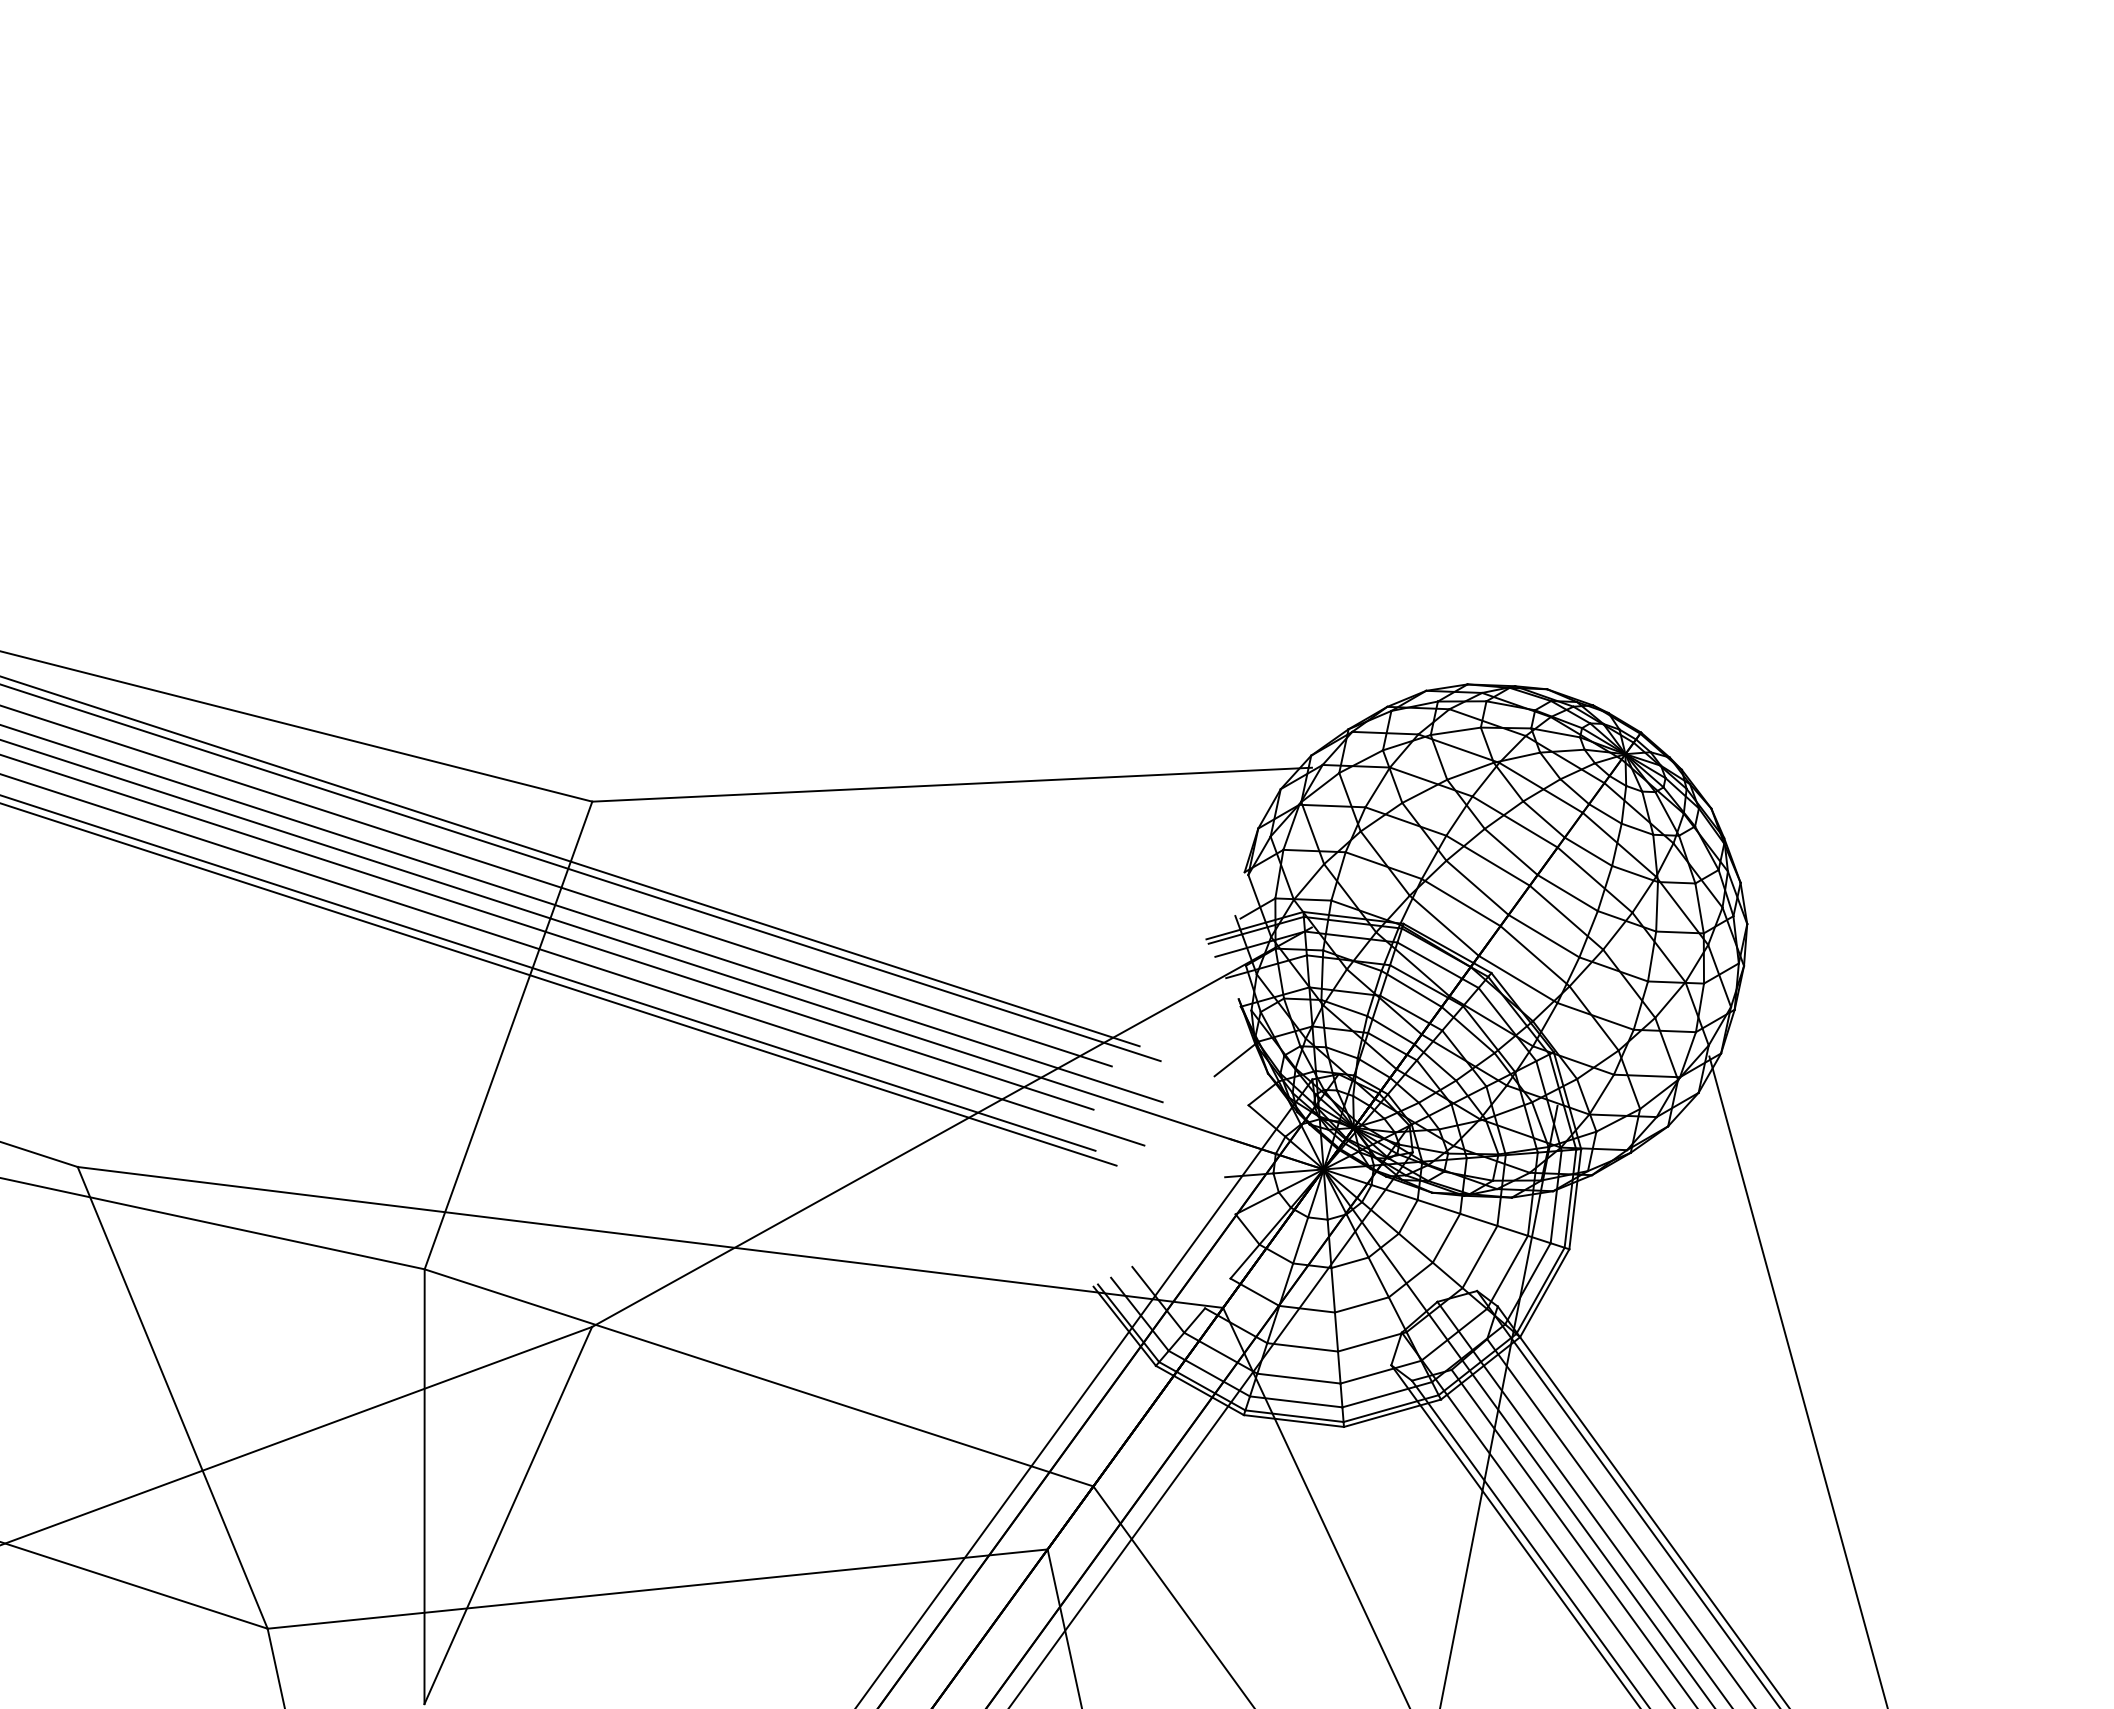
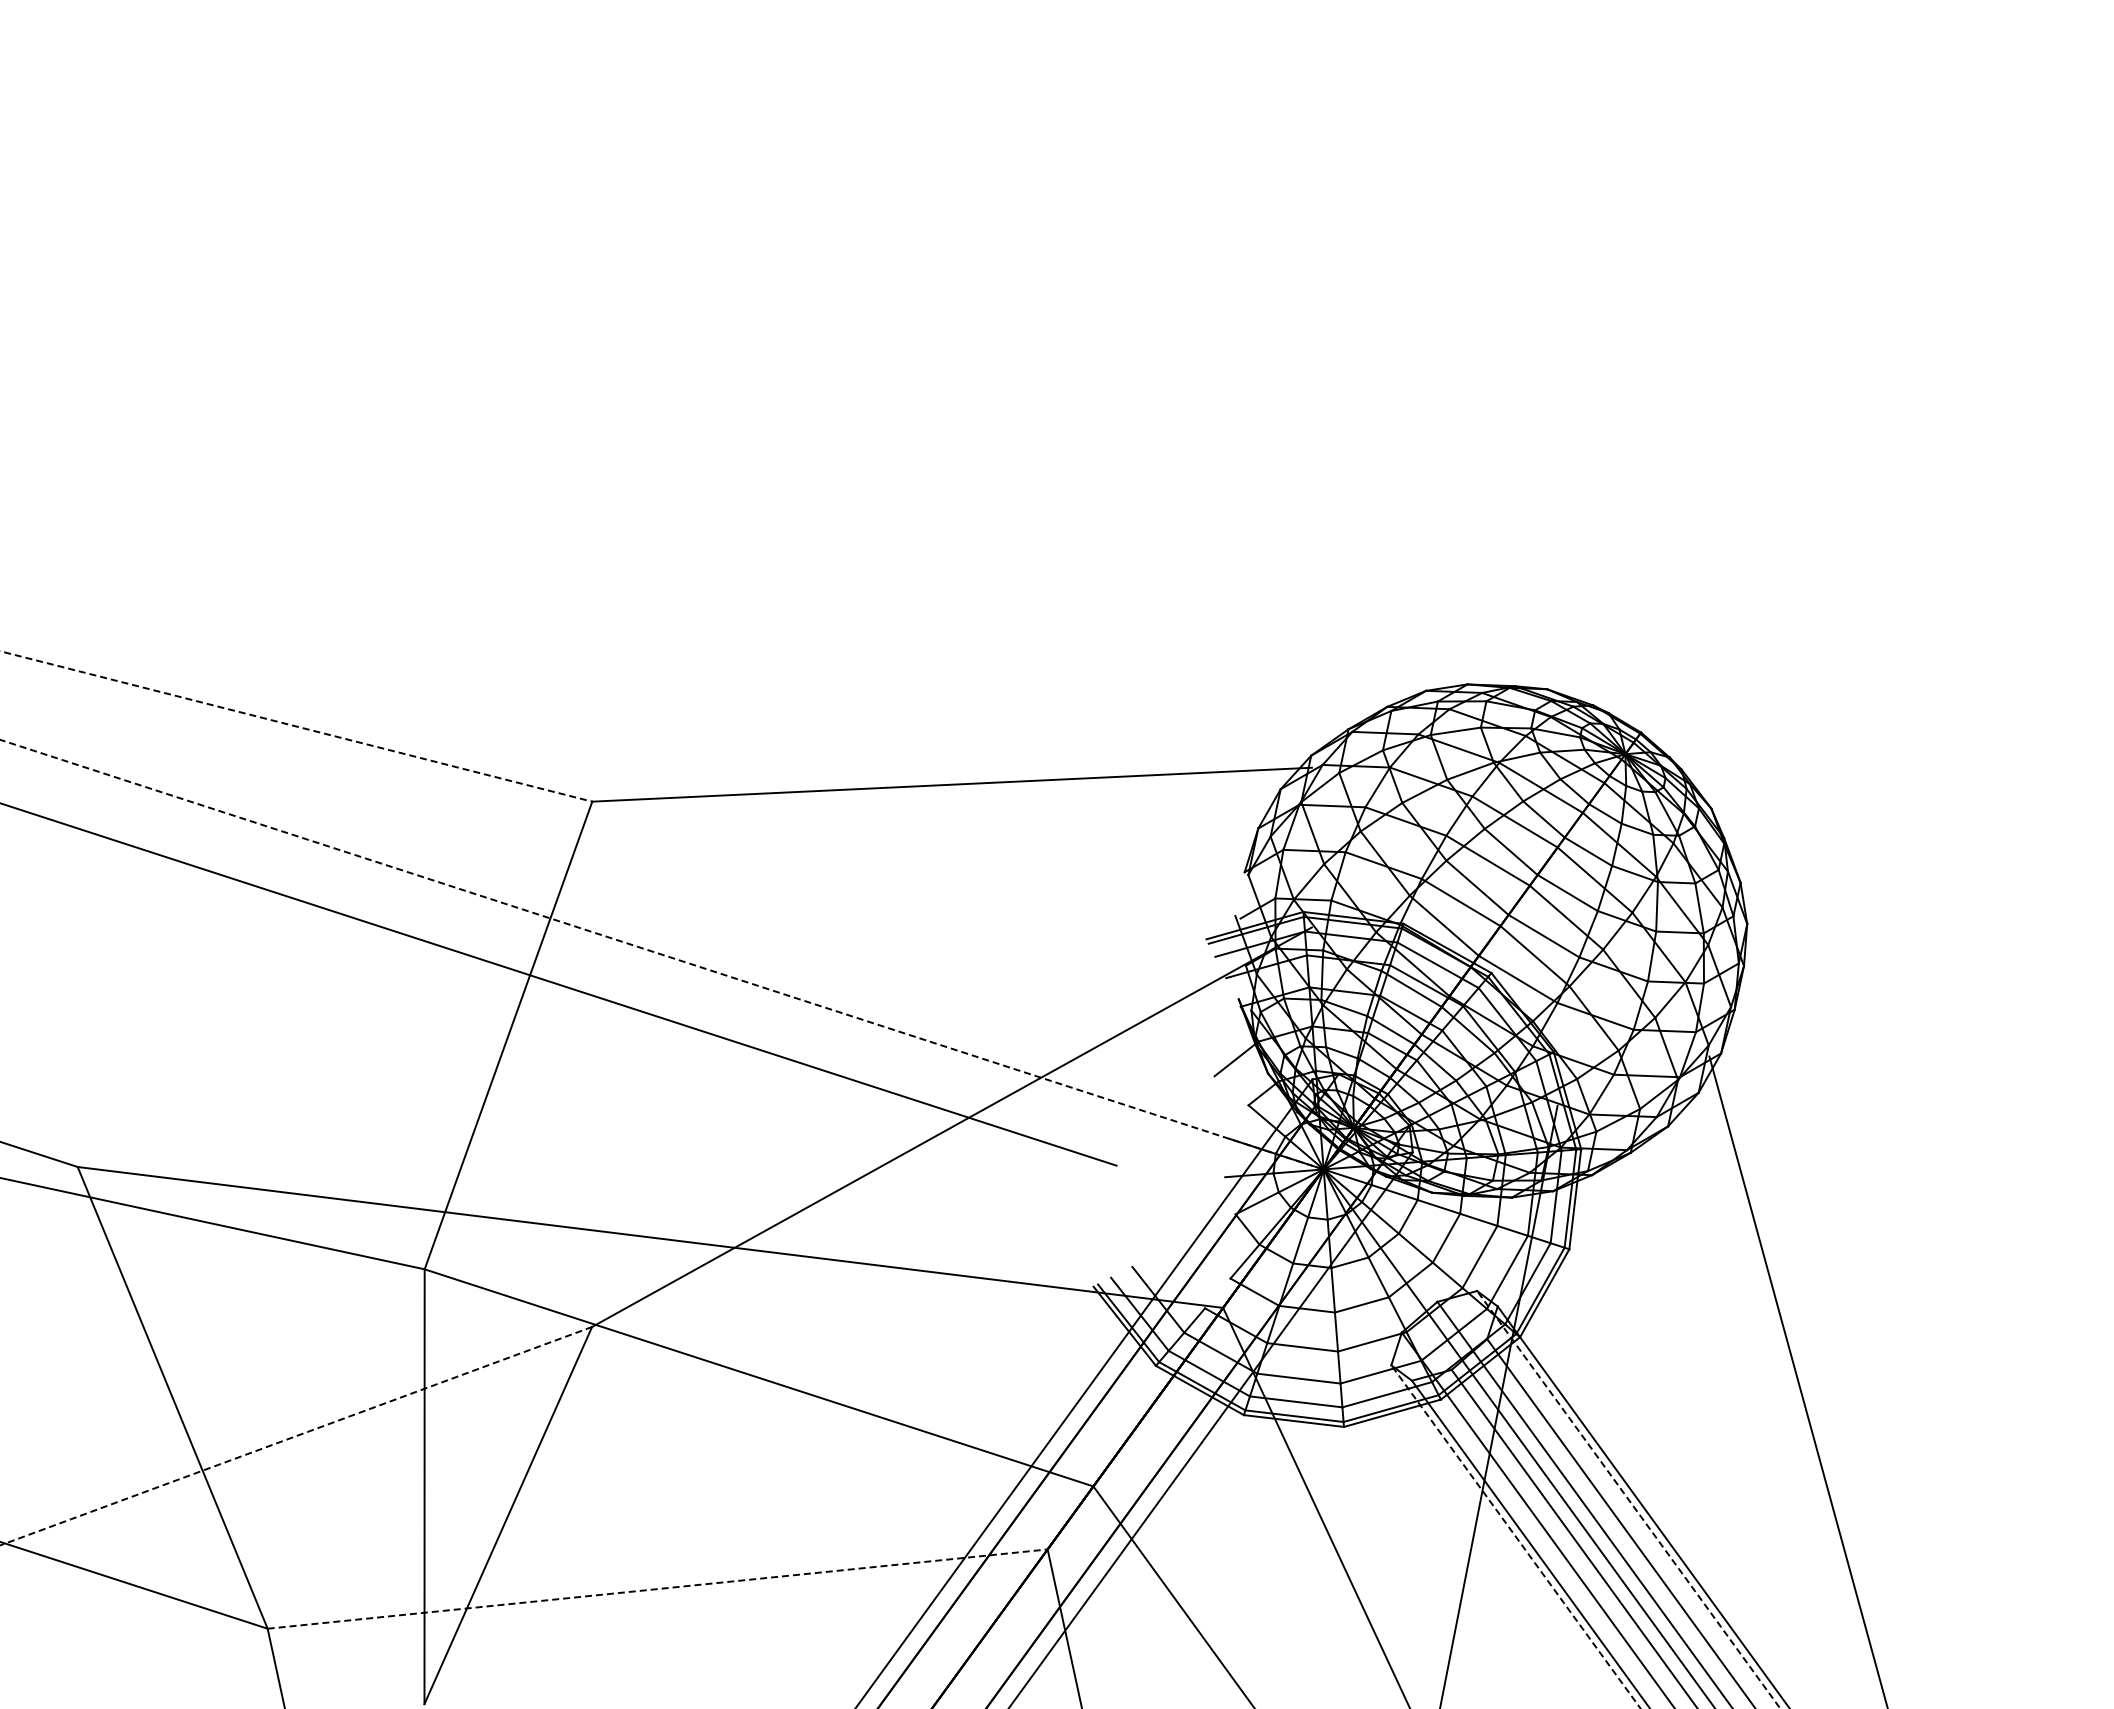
line at (296, 726): solid -> dashed
line at (570, 861): present -> none
line at (581, 873): present -> none
line at (556, 886): present -> none
line at (582, 913): present -> none
line at (547, 932): present -> none
line at (661, 954): solid -> dashed
line at (573, 959): present -> none
line at (548, 972): present -> none
line at (296, 1436): solid -> dashed
line at (1628, 1499): solid -> dashed
line at (1515, 1536): solid -> dashed
line at (657, 1589): solid -> dashed
